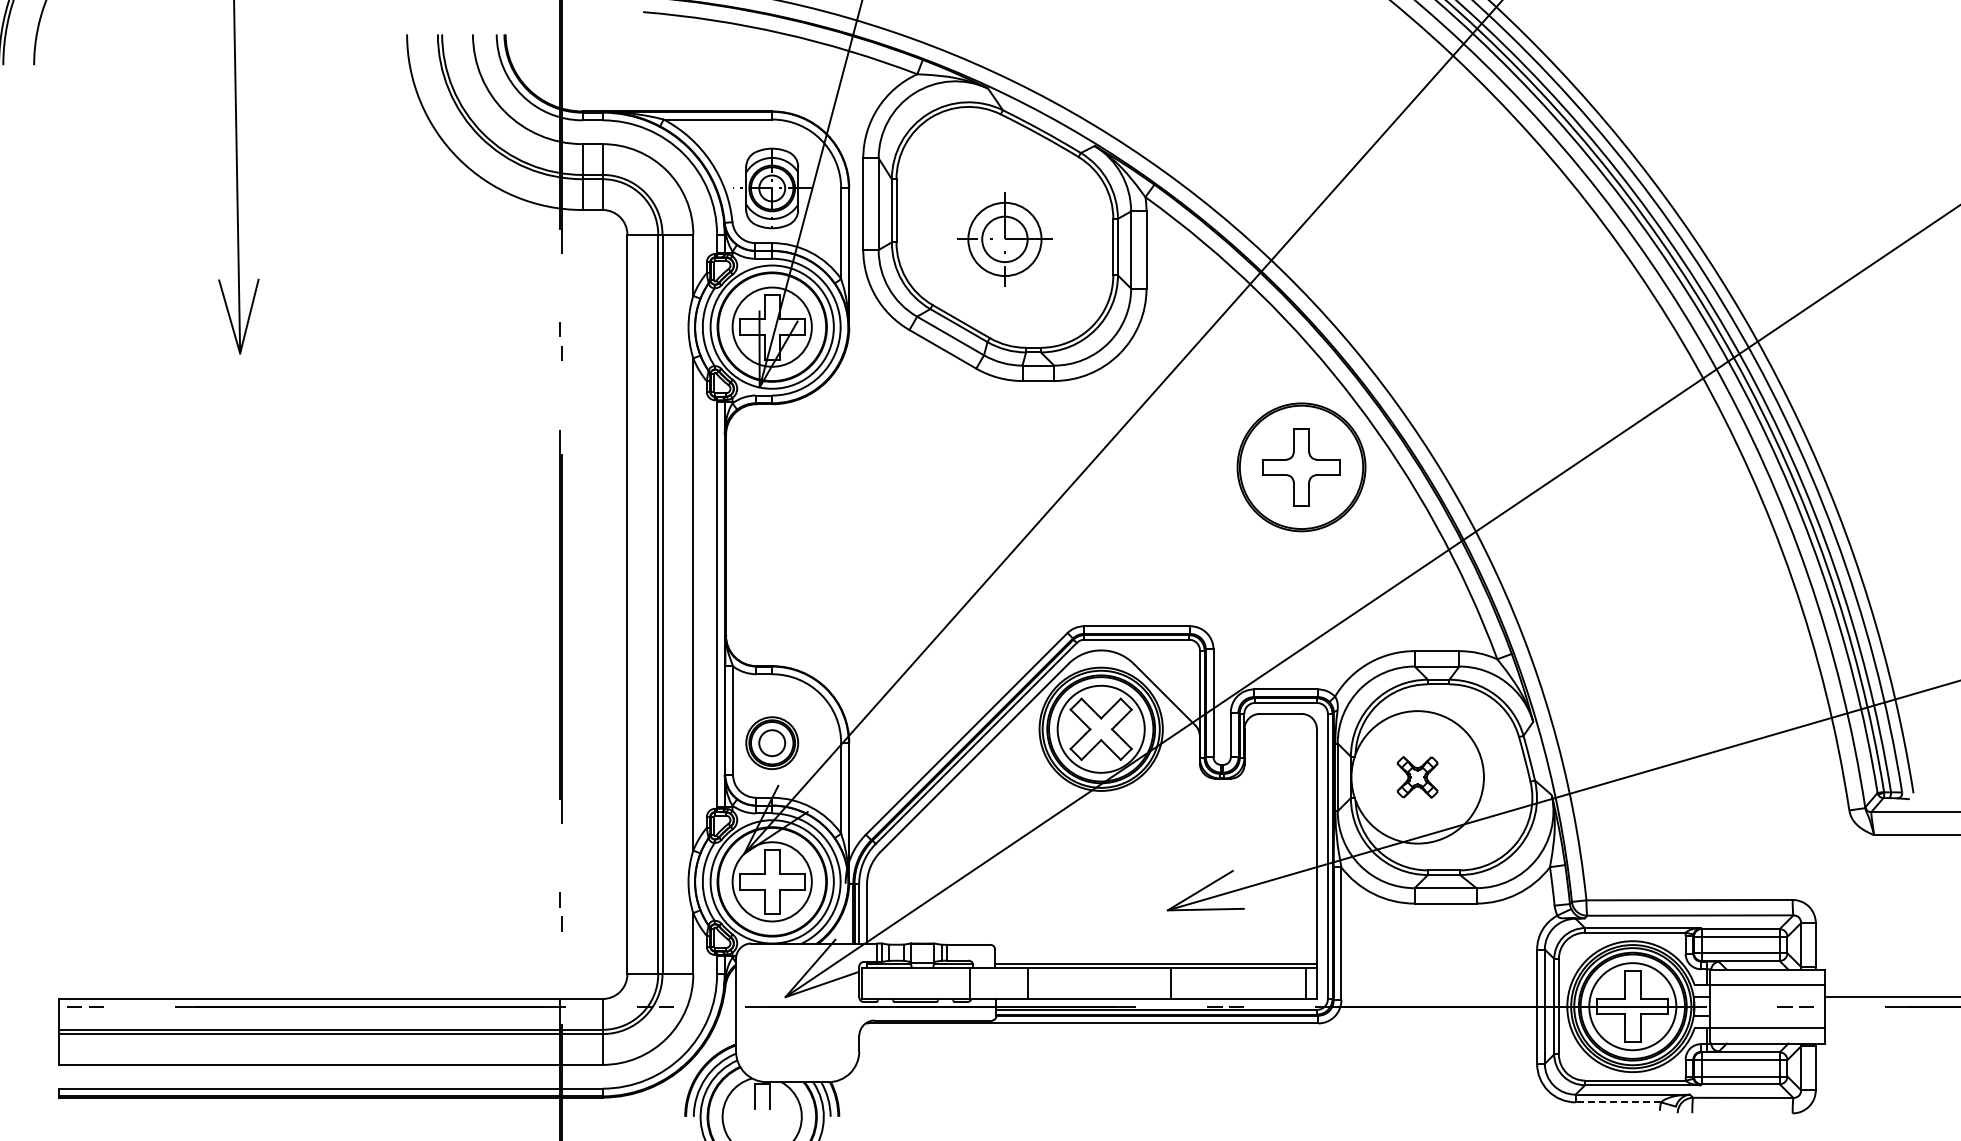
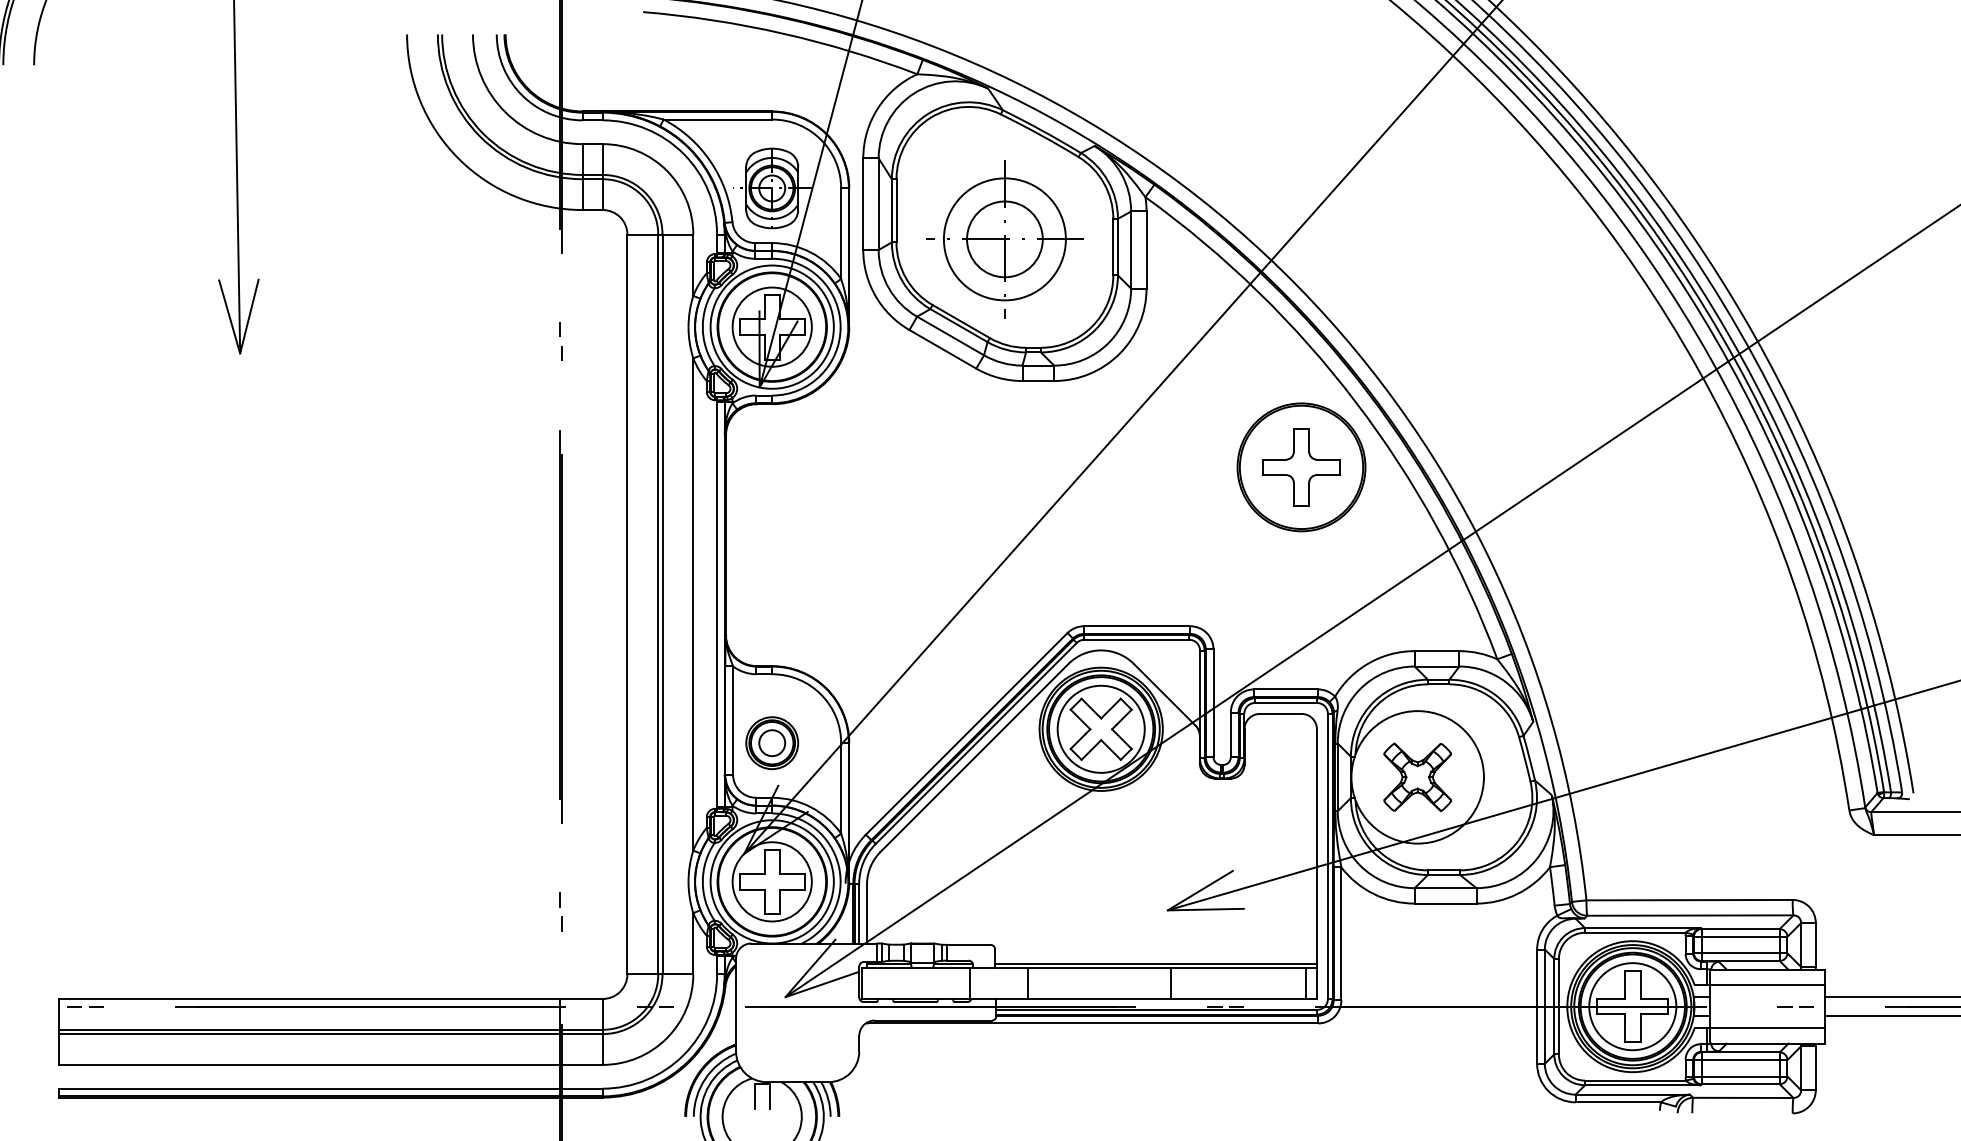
part at (1004, 239) size: 96x95 px -> 158x159 px
part at (1417, 777) size: 43x43 px -> 69x71 px
line at (1891, 1015): none -> present
line at (1618, 1102): dashed -> solid
